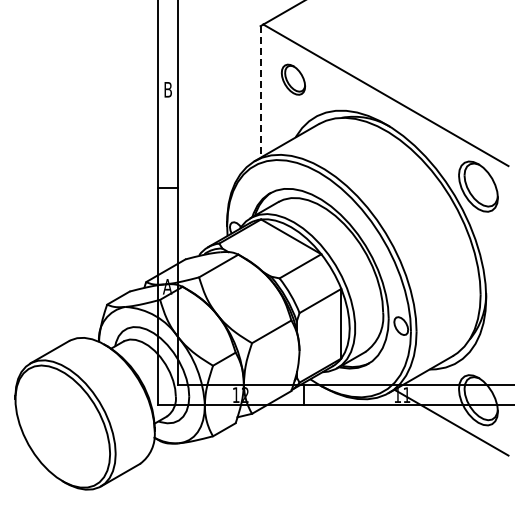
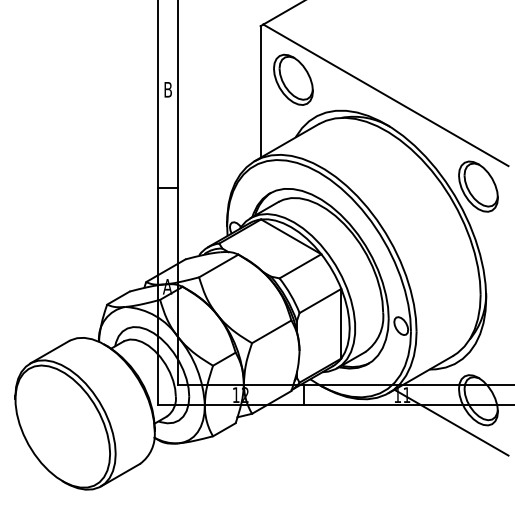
part at (292, 79) size: 26x33 px -> 41x53 px
line at (260, 91): dashed -> solid
